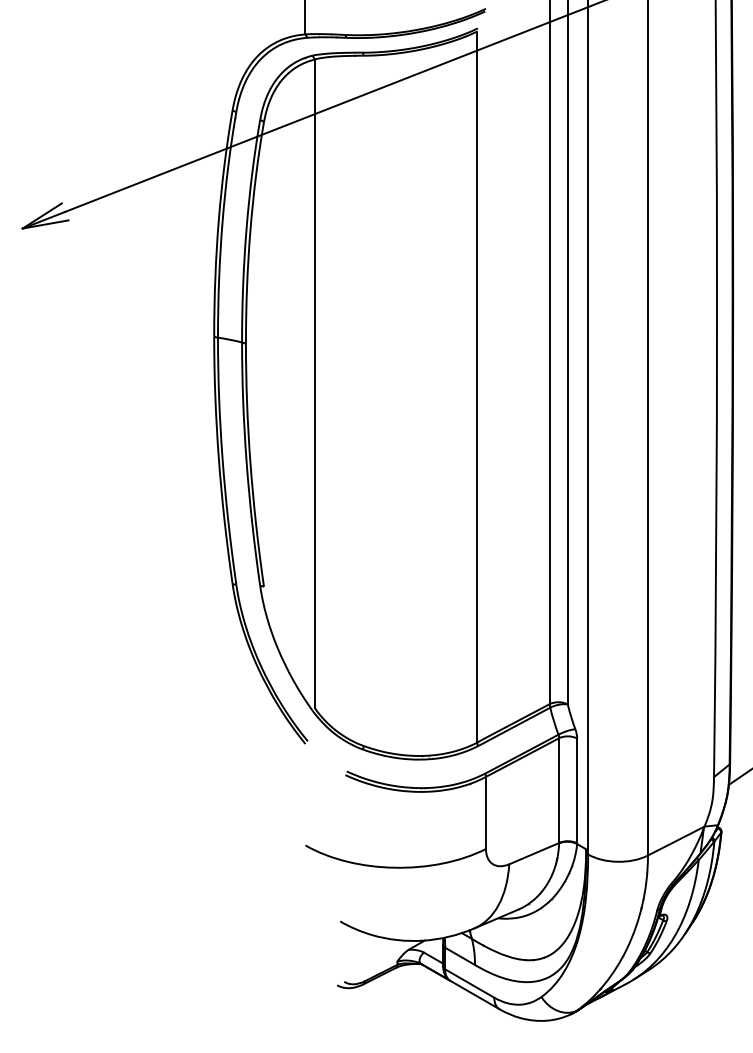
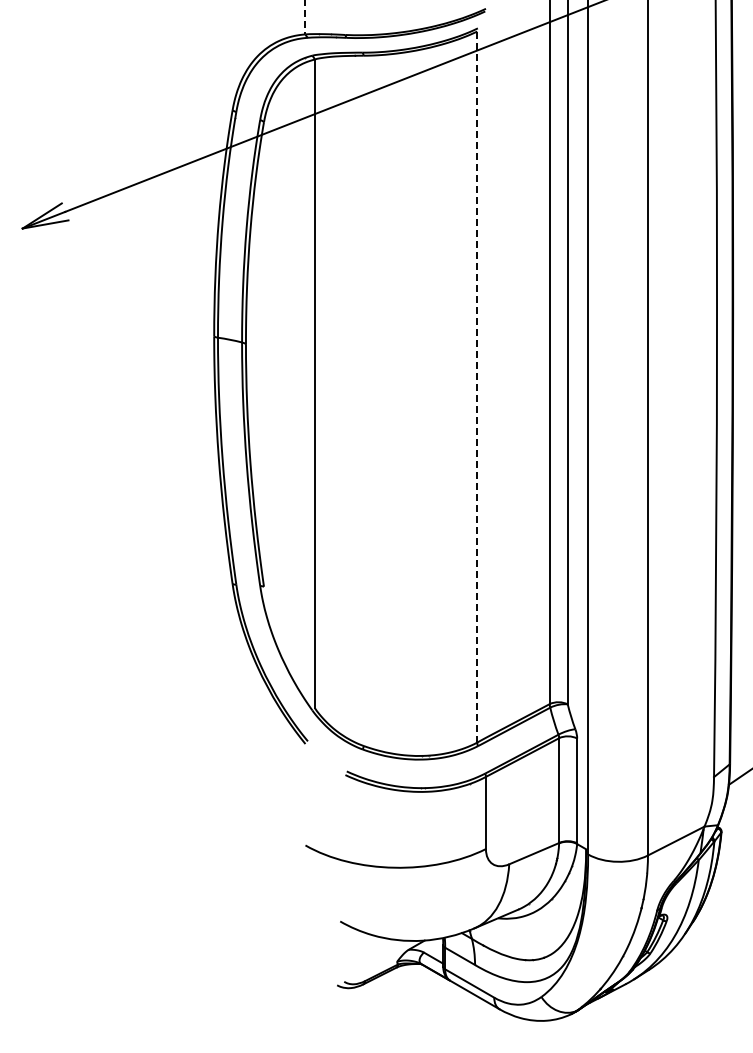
line at (305, 17): solid -> dashed
line at (477, 387): solid -> dashed
